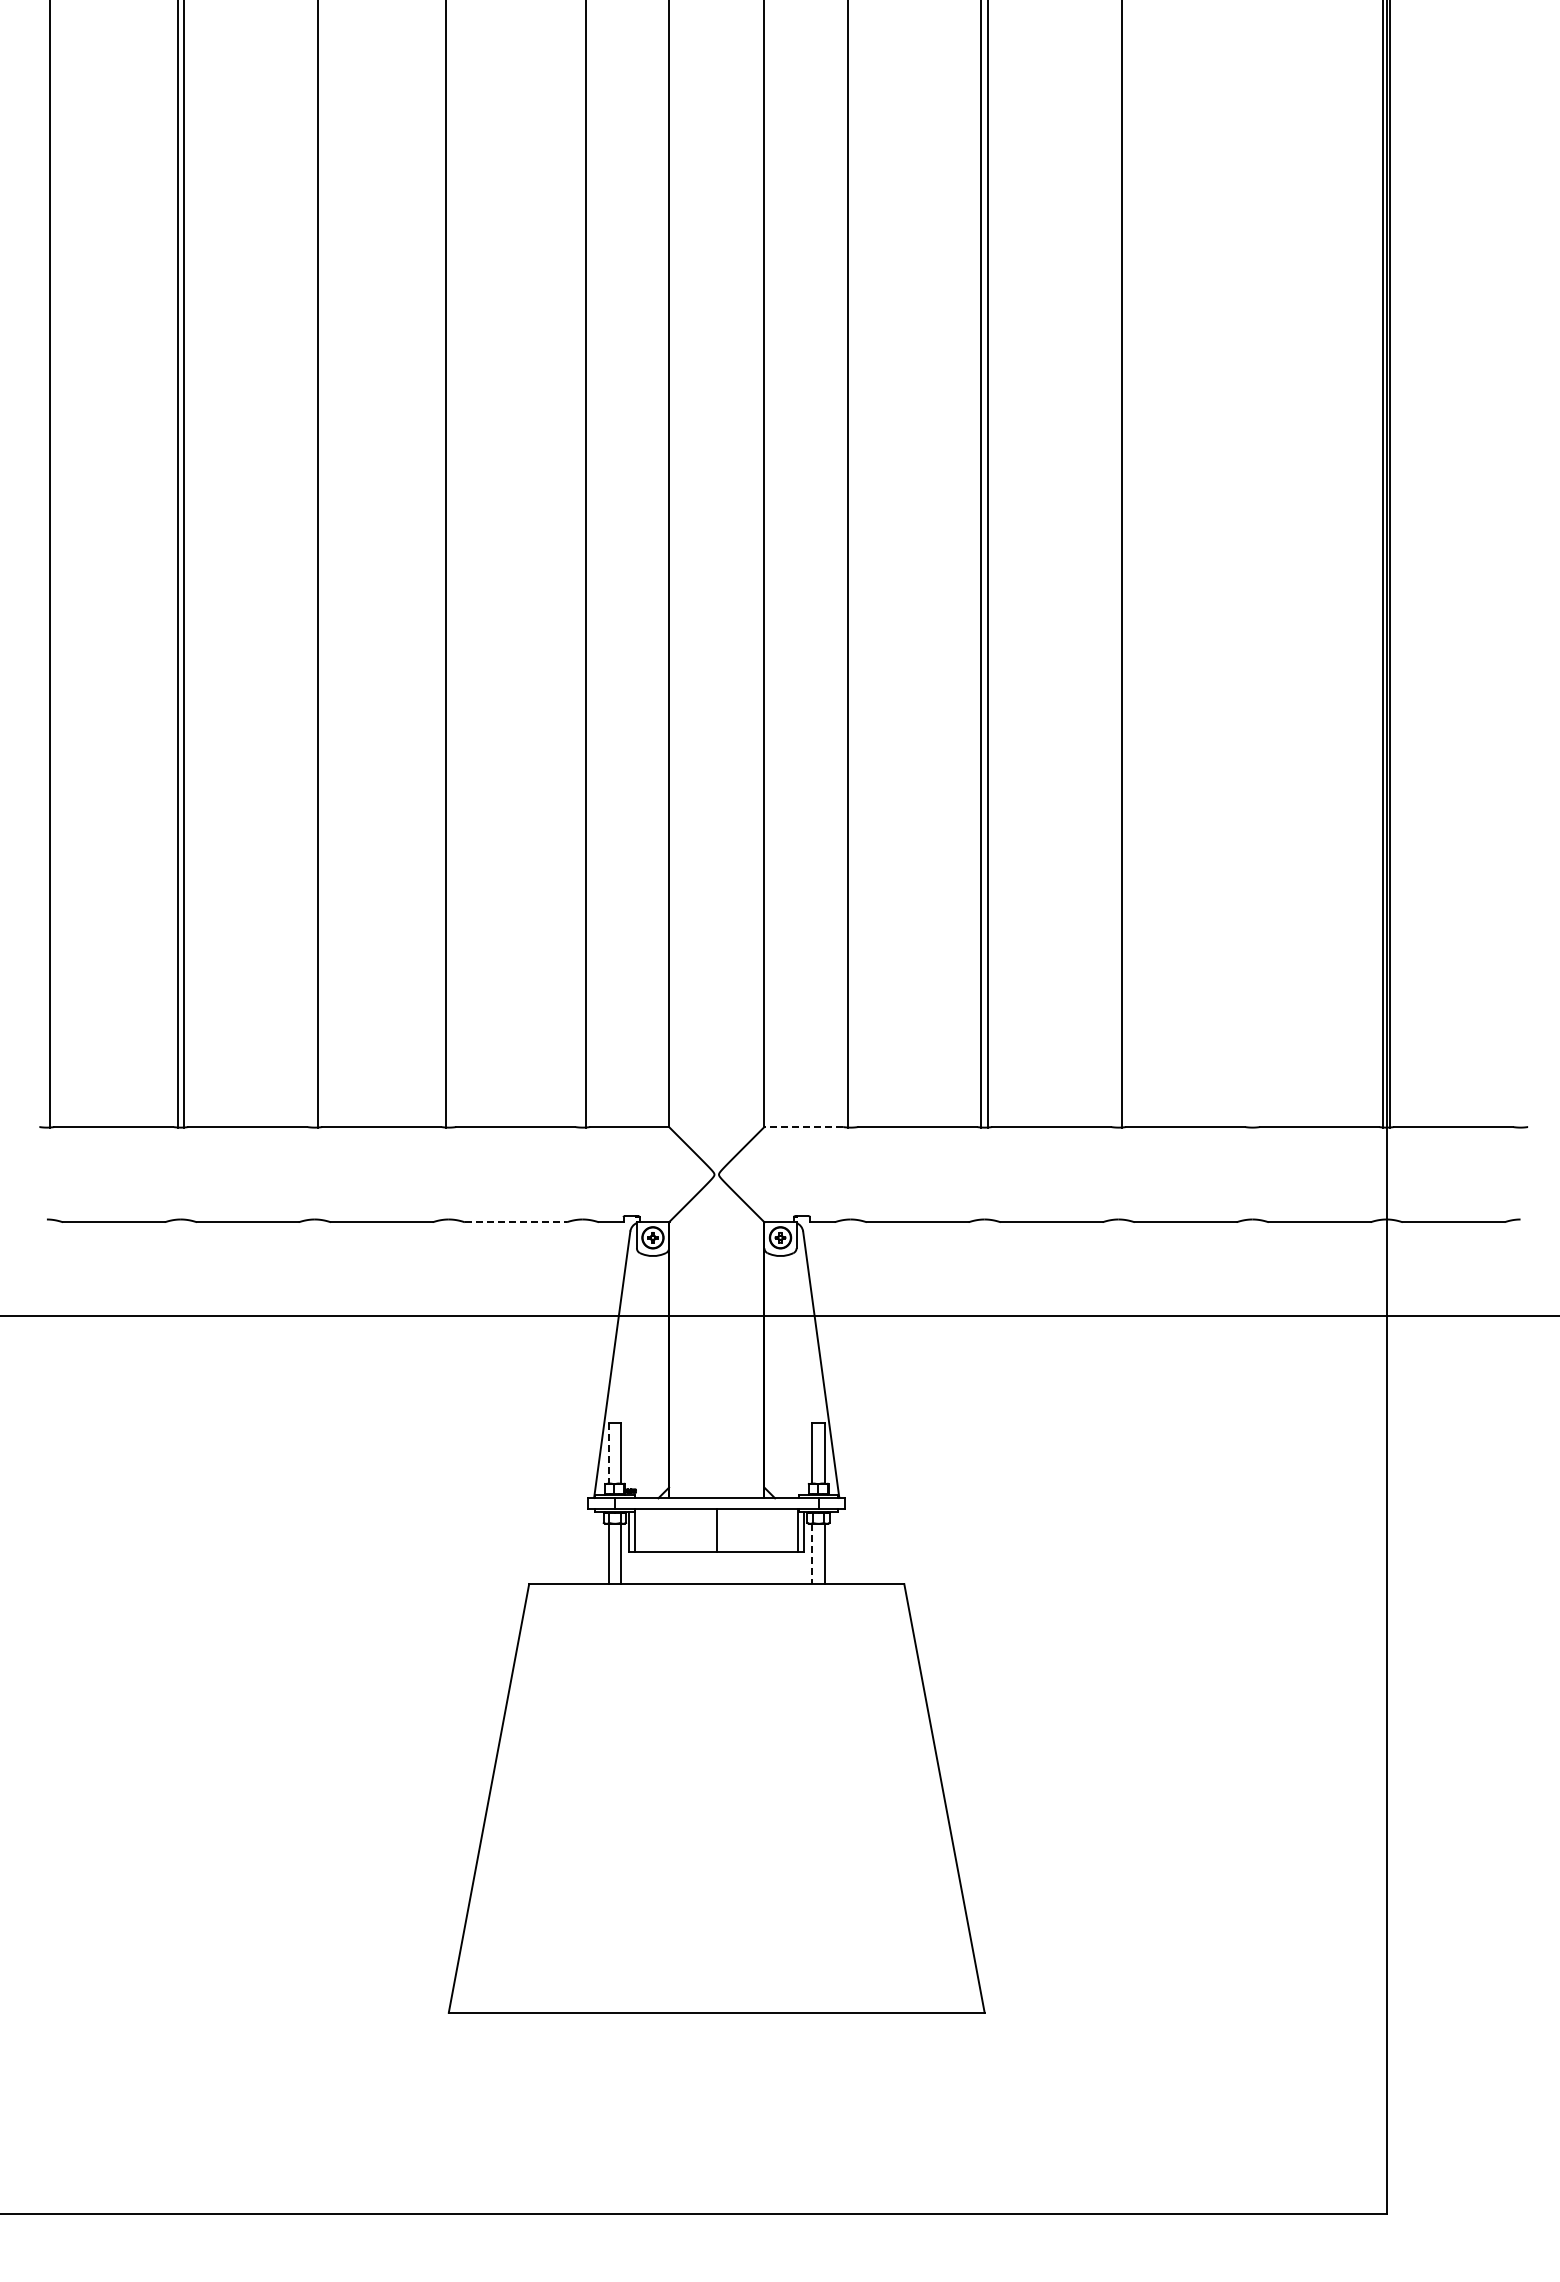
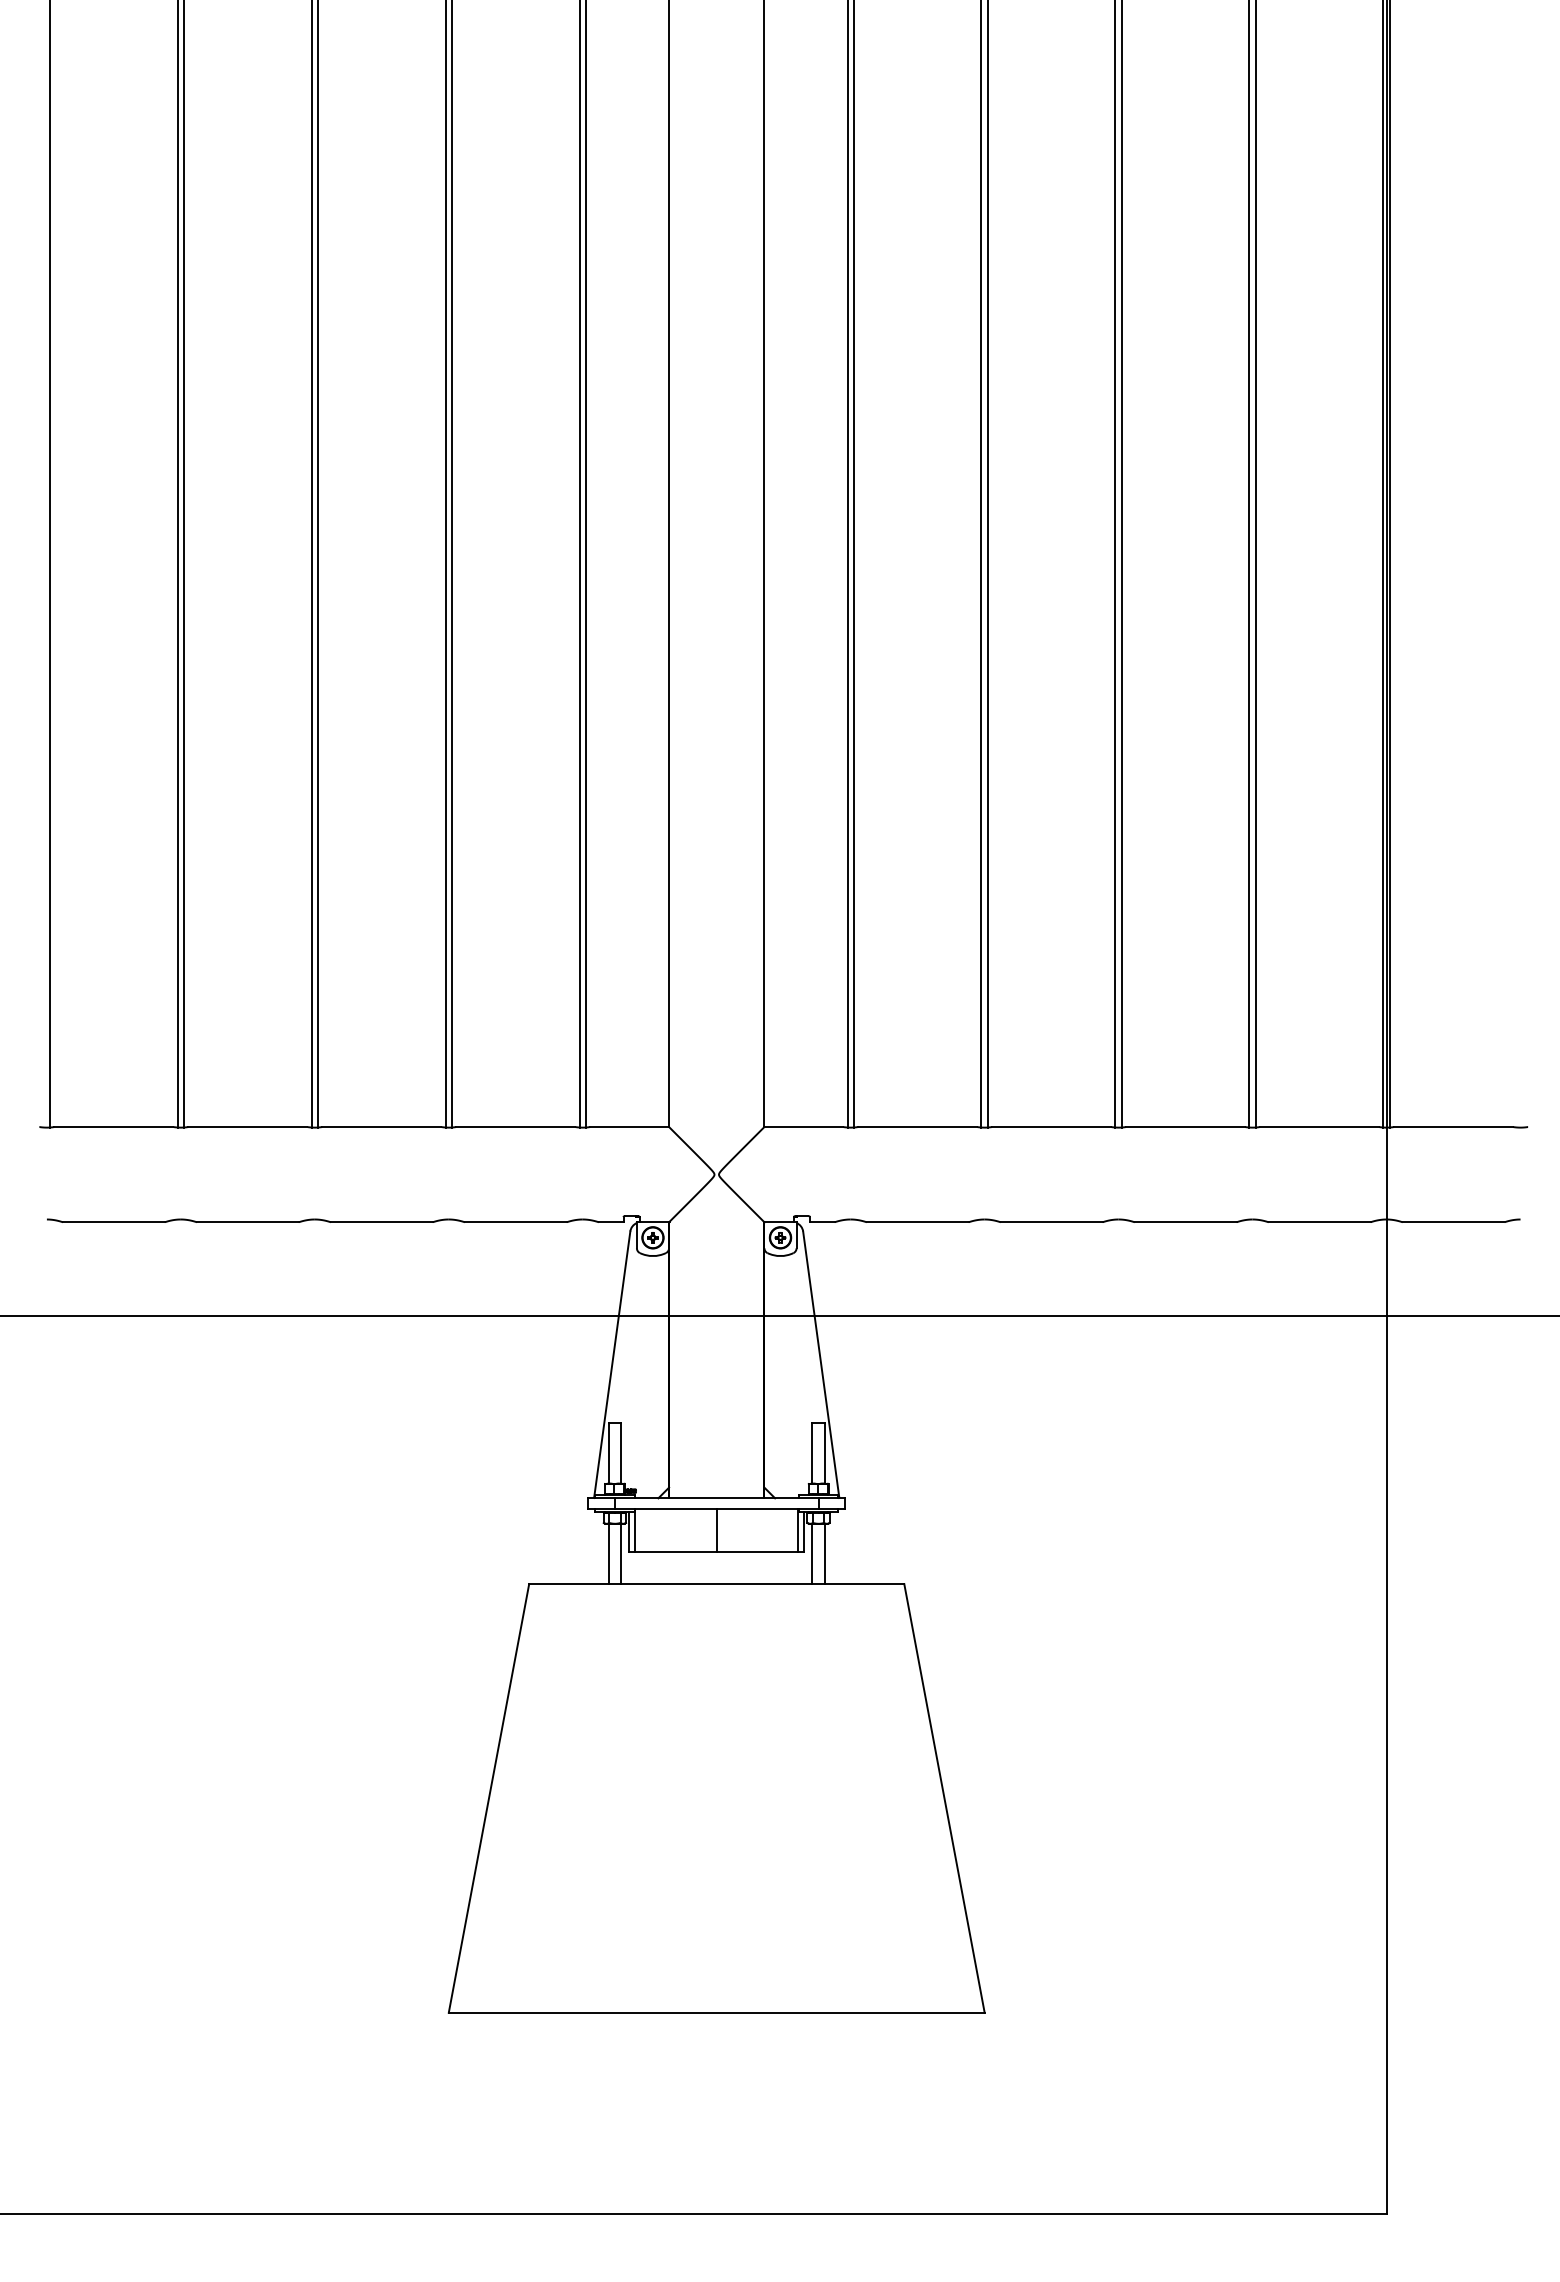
line at (311, 564): none -> present
line at (452, 564): none -> present
line at (579, 564): none -> present
line at (853, 564): none -> present
line at (1115, 564): none -> present
line at (1249, 564): none -> present
line at (1255, 564): none -> present
line at (803, 1127): dashed -> solid
line at (515, 1222): dashed -> solid
line at (608, 1453): dashed -> solid
line at (812, 1554): dashed -> solid
